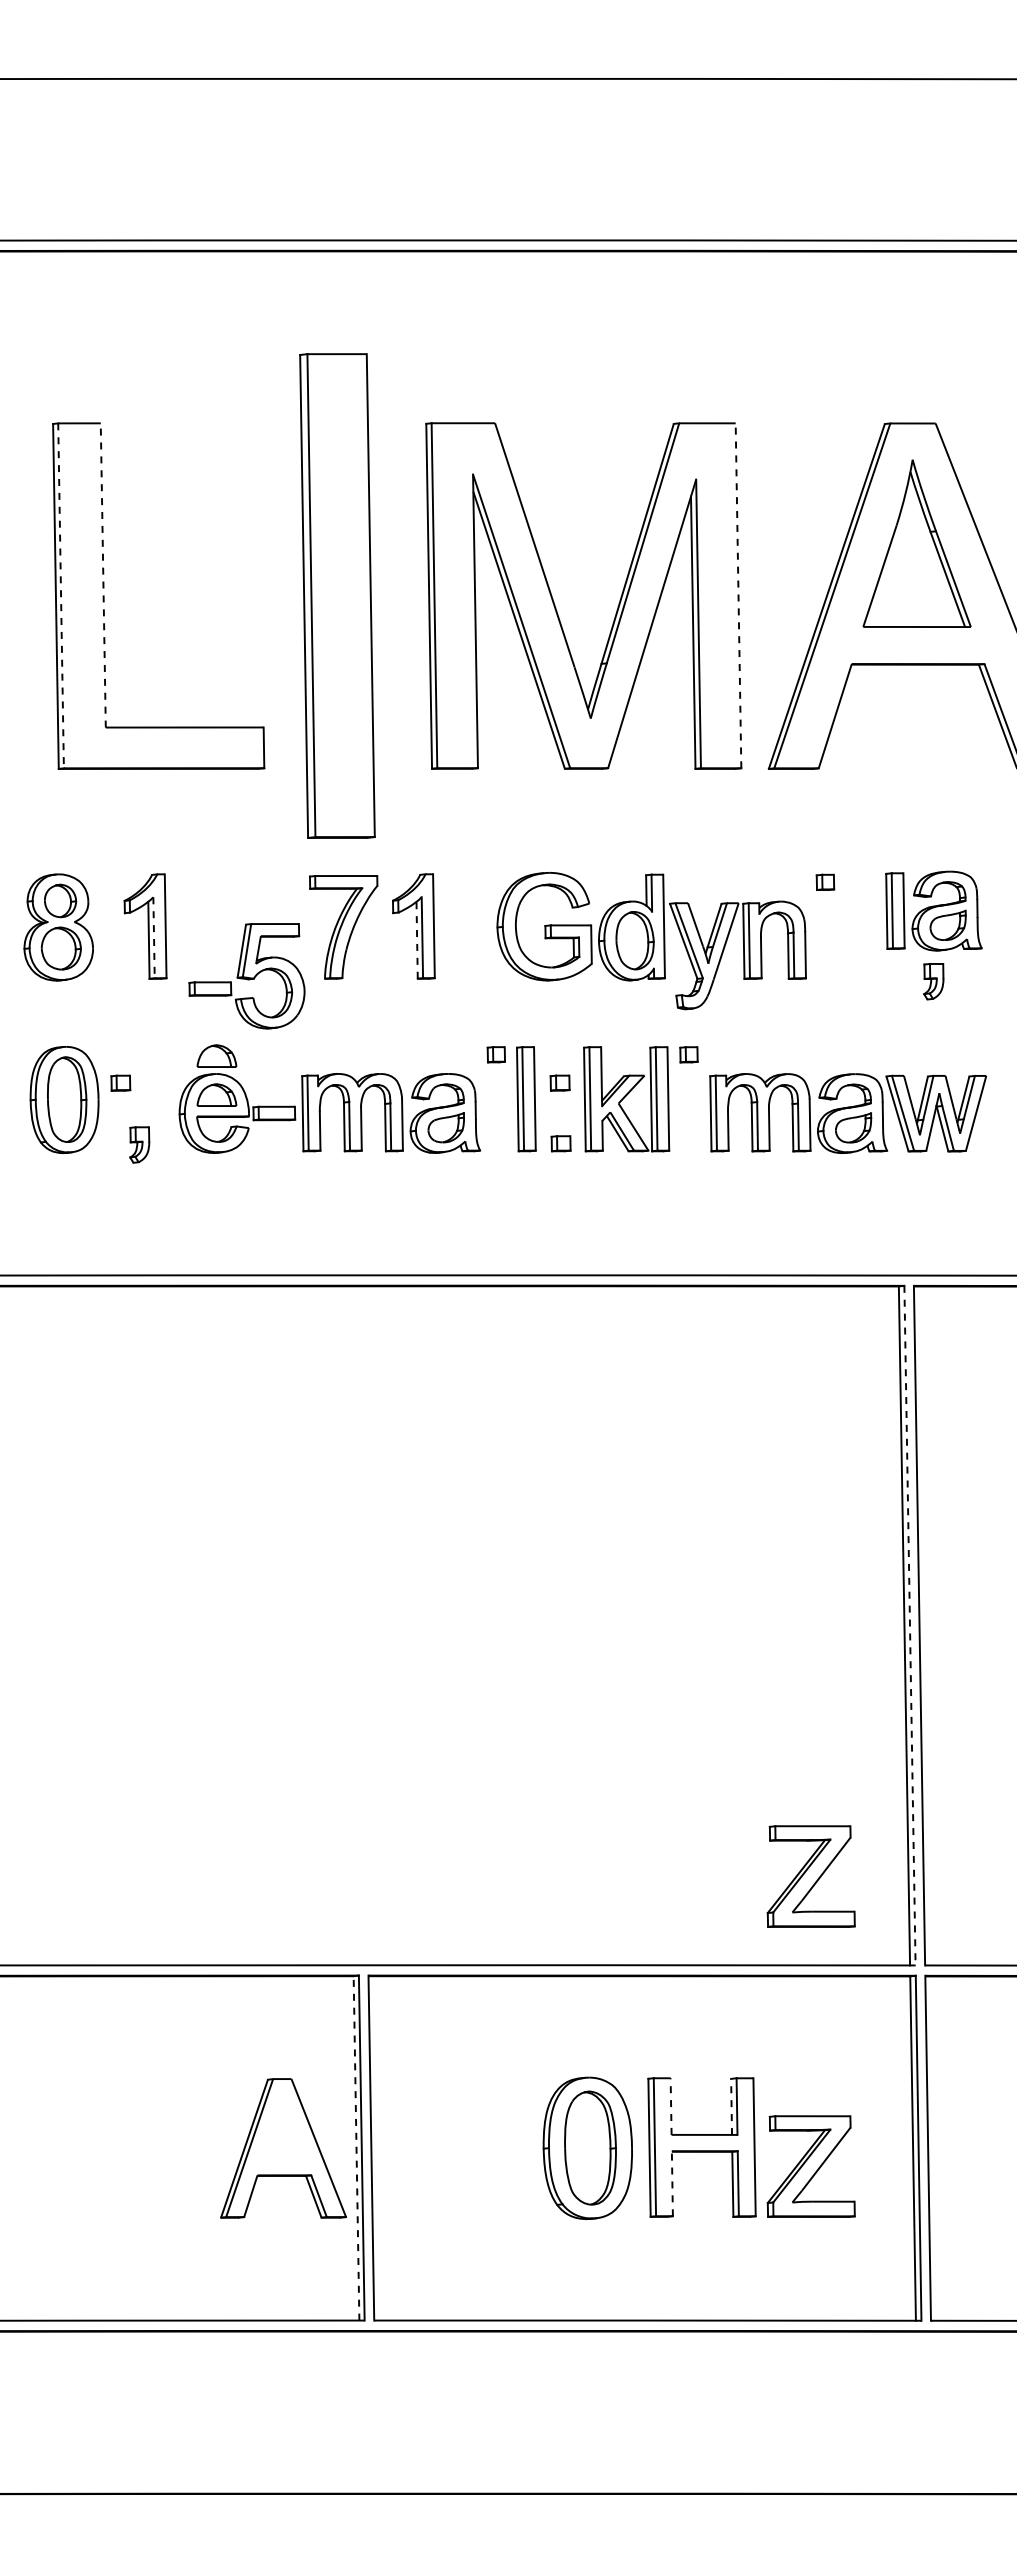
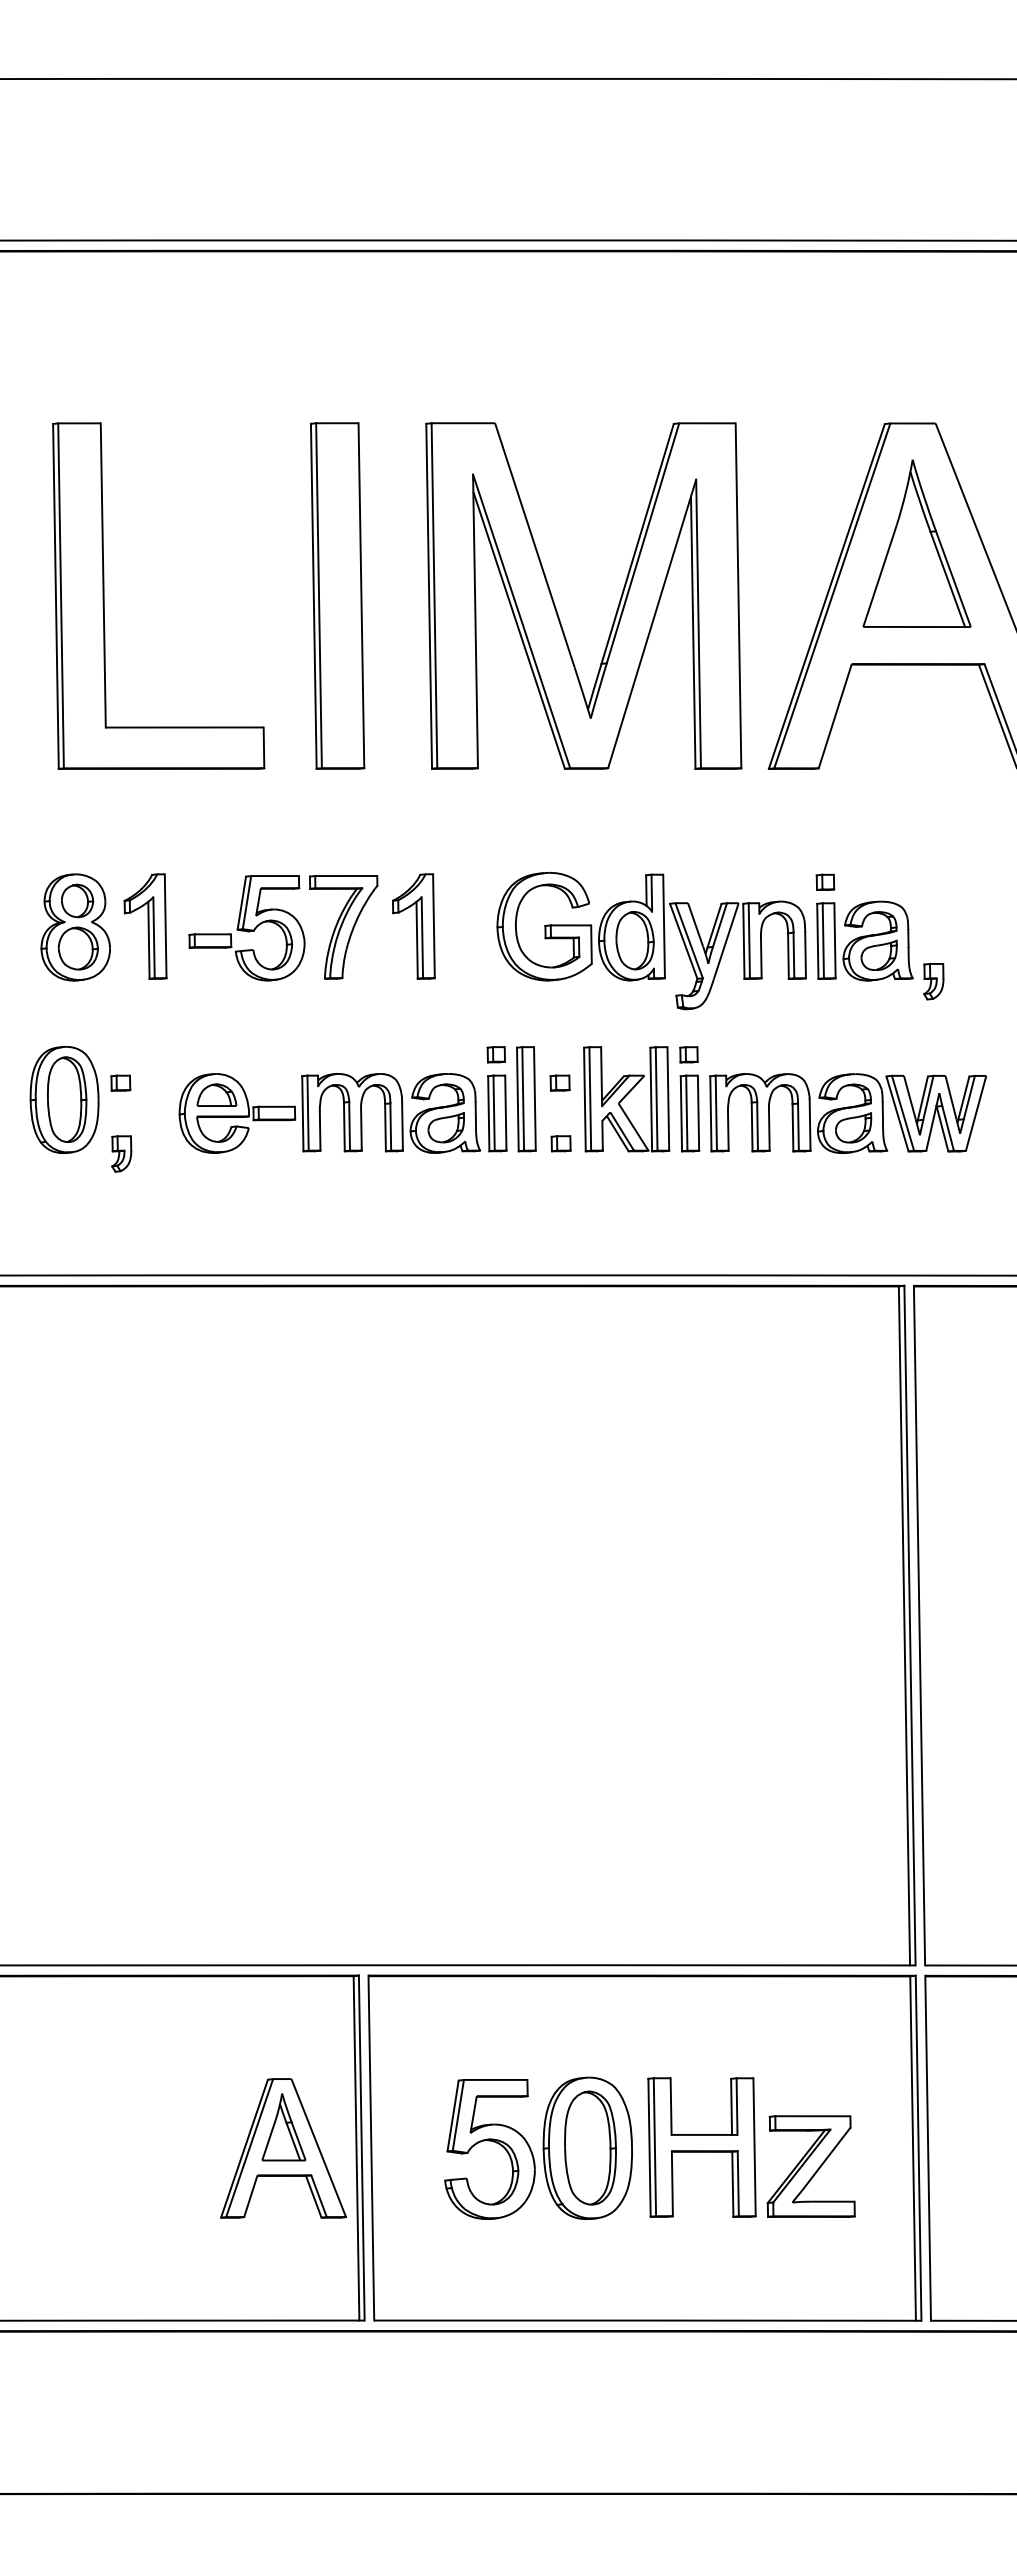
line at (103, 574): dashed -> solid
part at (337, 595) size: 77x486 px -> 56x348 px
line at (738, 595): dashed -> solid
line at (61, 596): dashed -> solid
part at (933, 910) position: (933, 910) -> (864, 940)
part at (58, 927) position: (58, 927) -> (75, 927)
line at (154, 938): dashed -> solid
line at (417, 939): dashed -> solid
part at (246, 976) position: (246, 976) -> (246, 928)
part at (216, 1055): present -> none
part at (497, 1113): none -> present
part at (689, 1113): none -> present
part at (139, 1144) position: (139, 1144) -> (121, 1153)
line at (909, 1625): dashed -> solid
part at (810, 1876): present -> none
line at (671, 2106): dashed -> solid
line at (731, 2106): dashed -> solid
part at (283, 2127): none -> present
part at (489, 2141): none -> present
line at (356, 2147): dashed -> solid
line at (672, 2183): dashed -> solid
